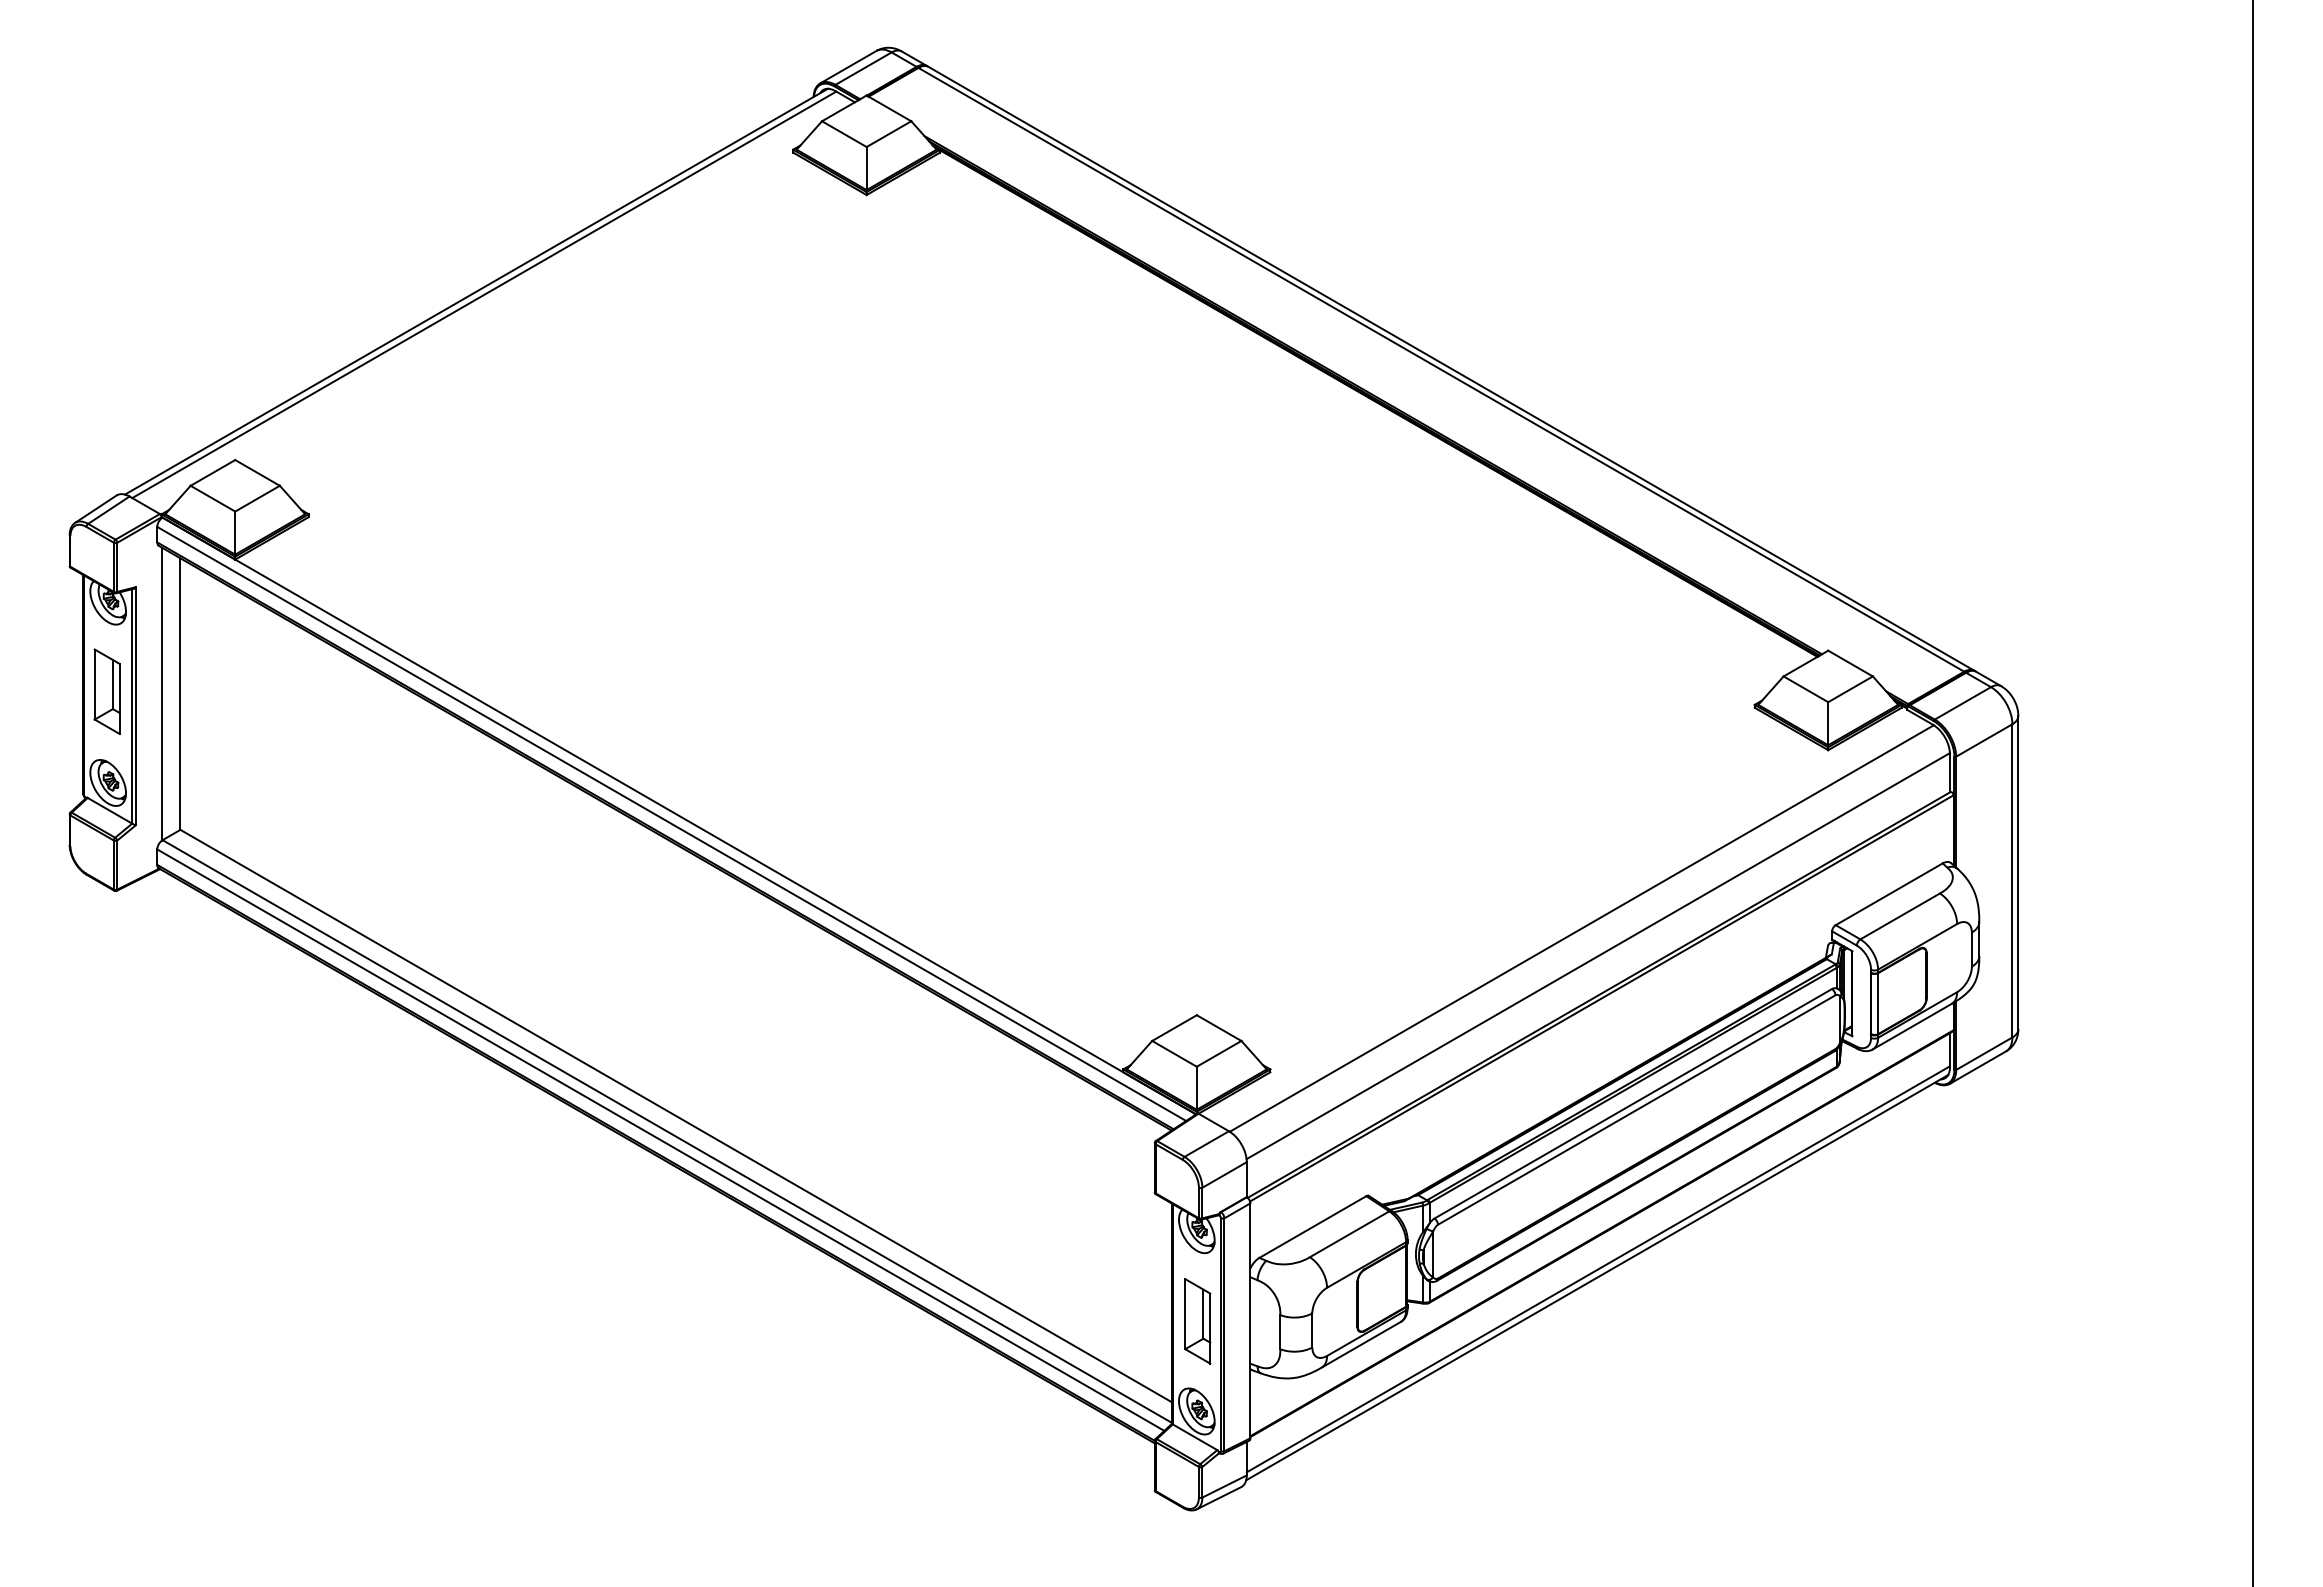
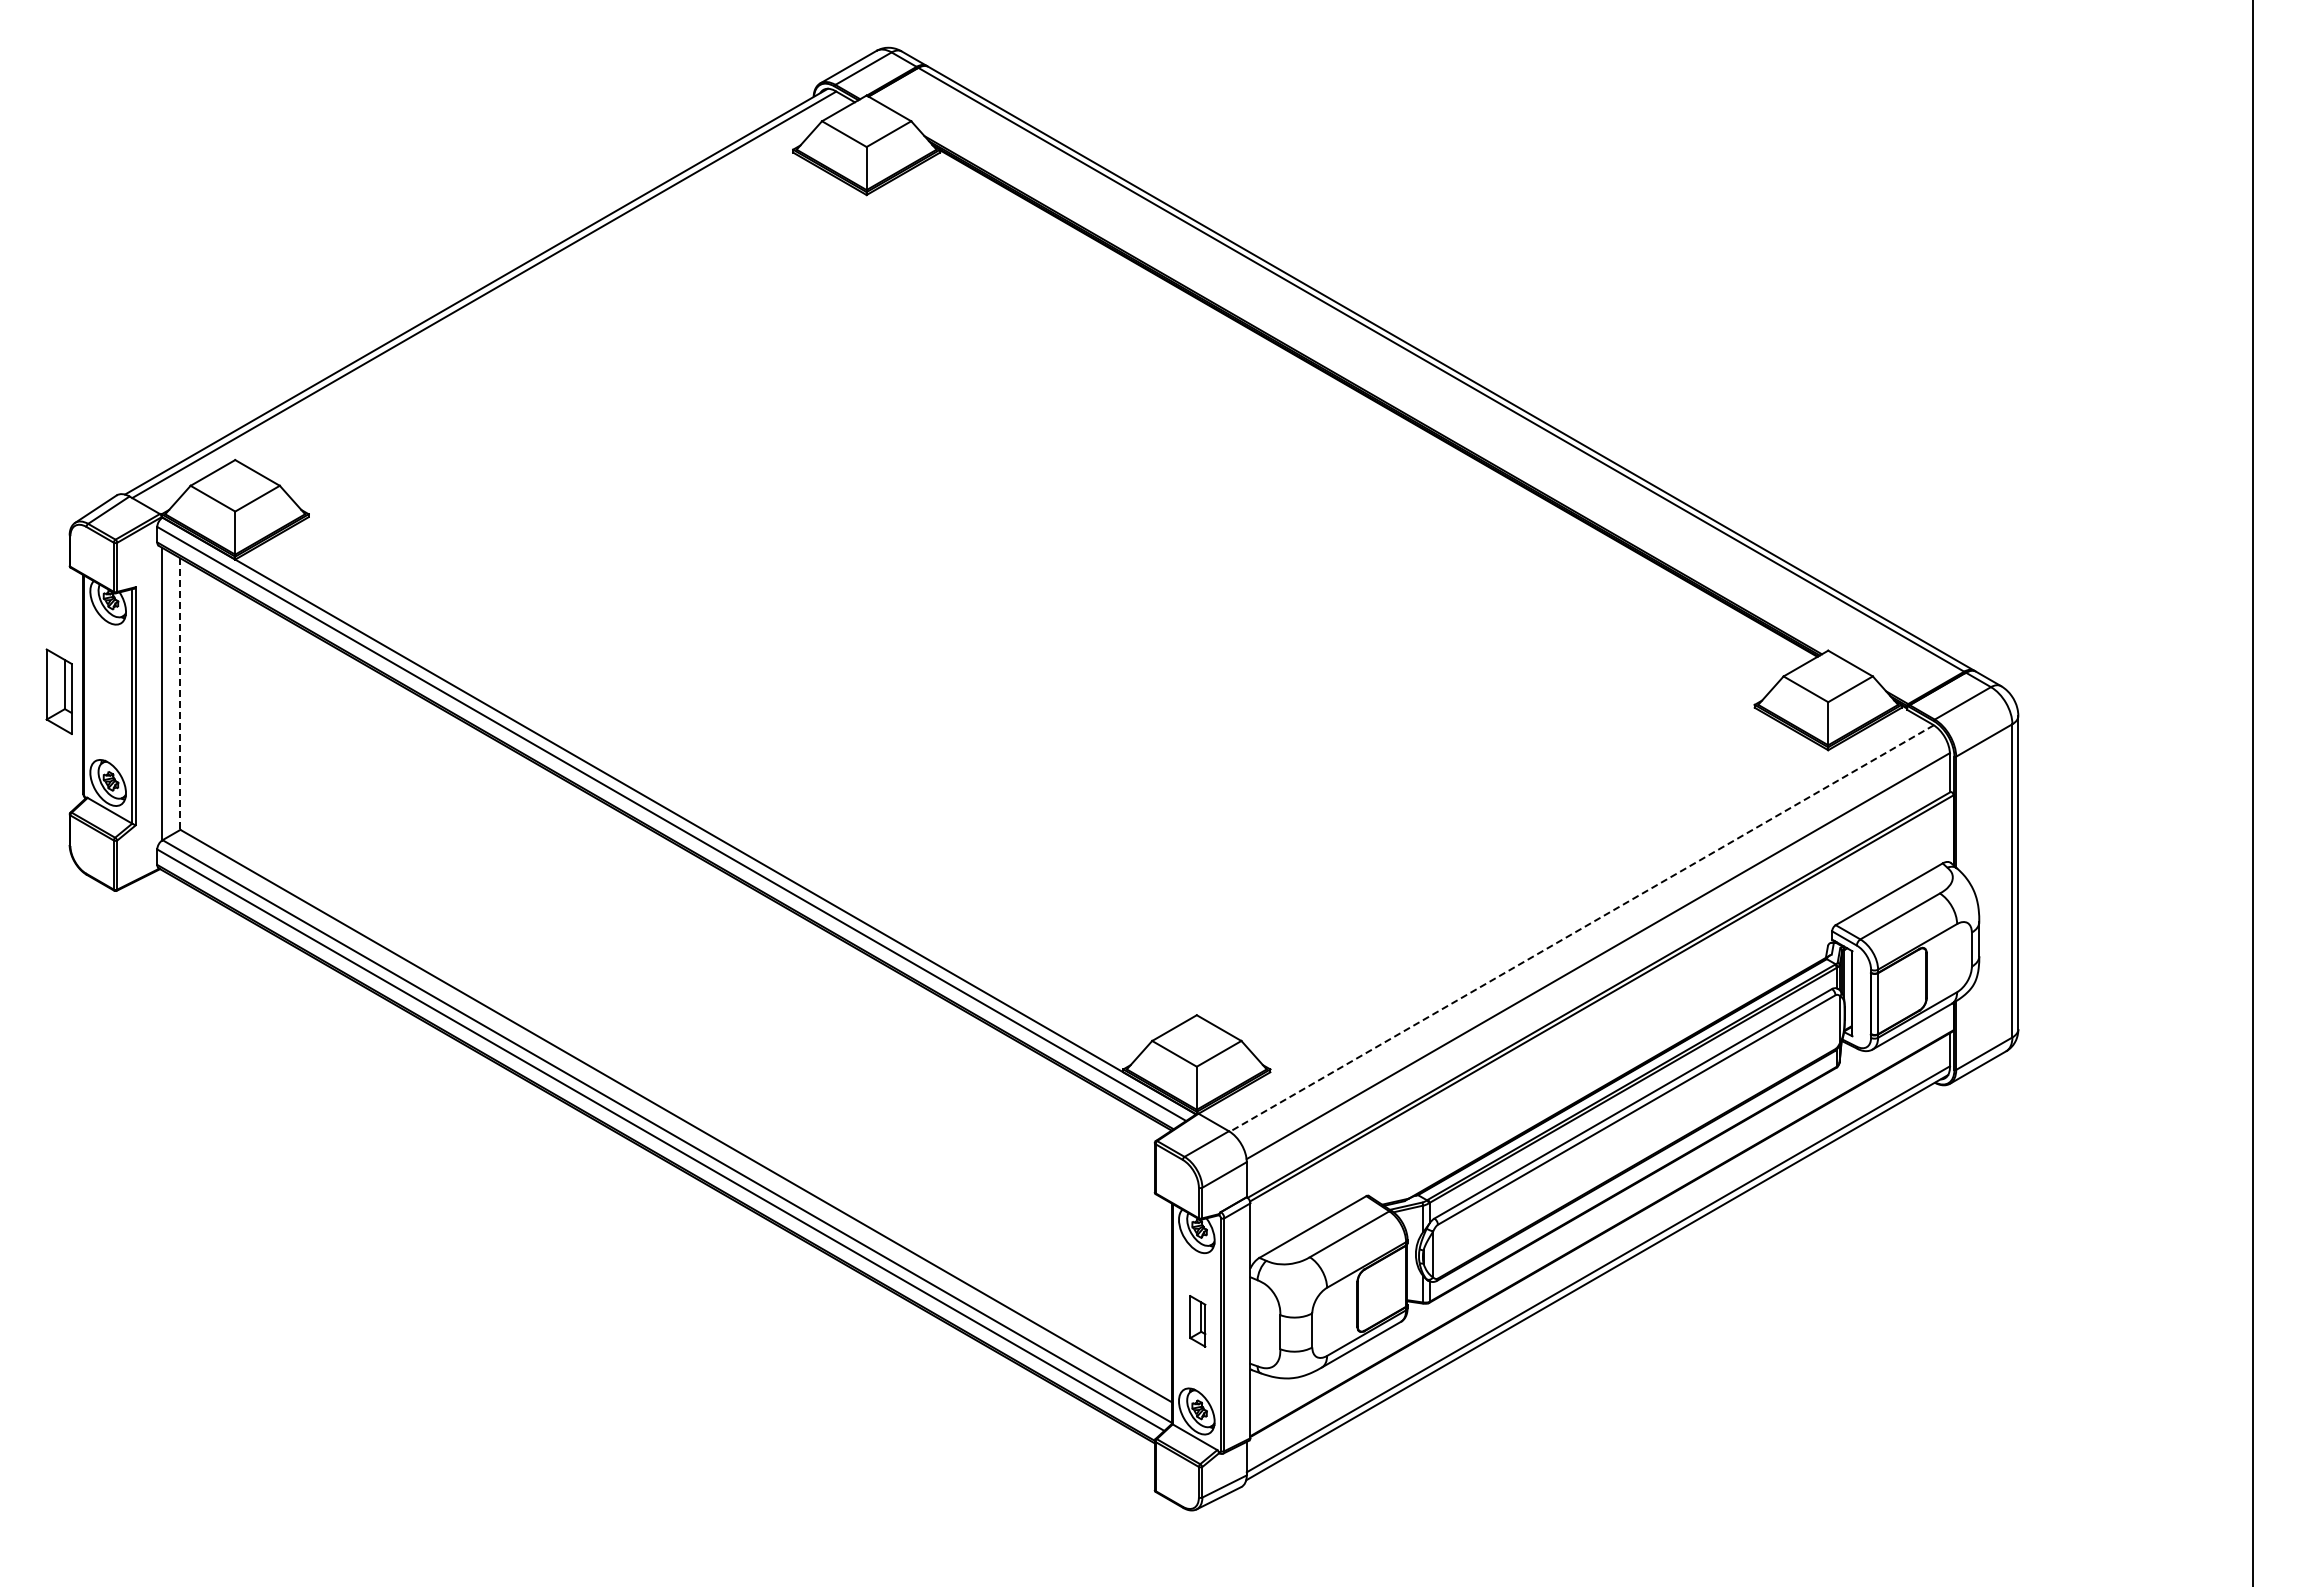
part at (106, 691) position: (106, 691) -> (58, 691)
line at (179, 694): solid -> dashed
line at (1581, 928): solid -> dashed
part at (1197, 1321) size: 28x87 px -> 18x53 px
